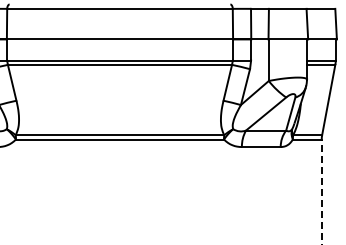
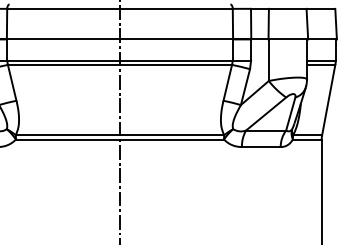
line at (120, 121): none -> present
line at (321, 191): dashed -> solid
